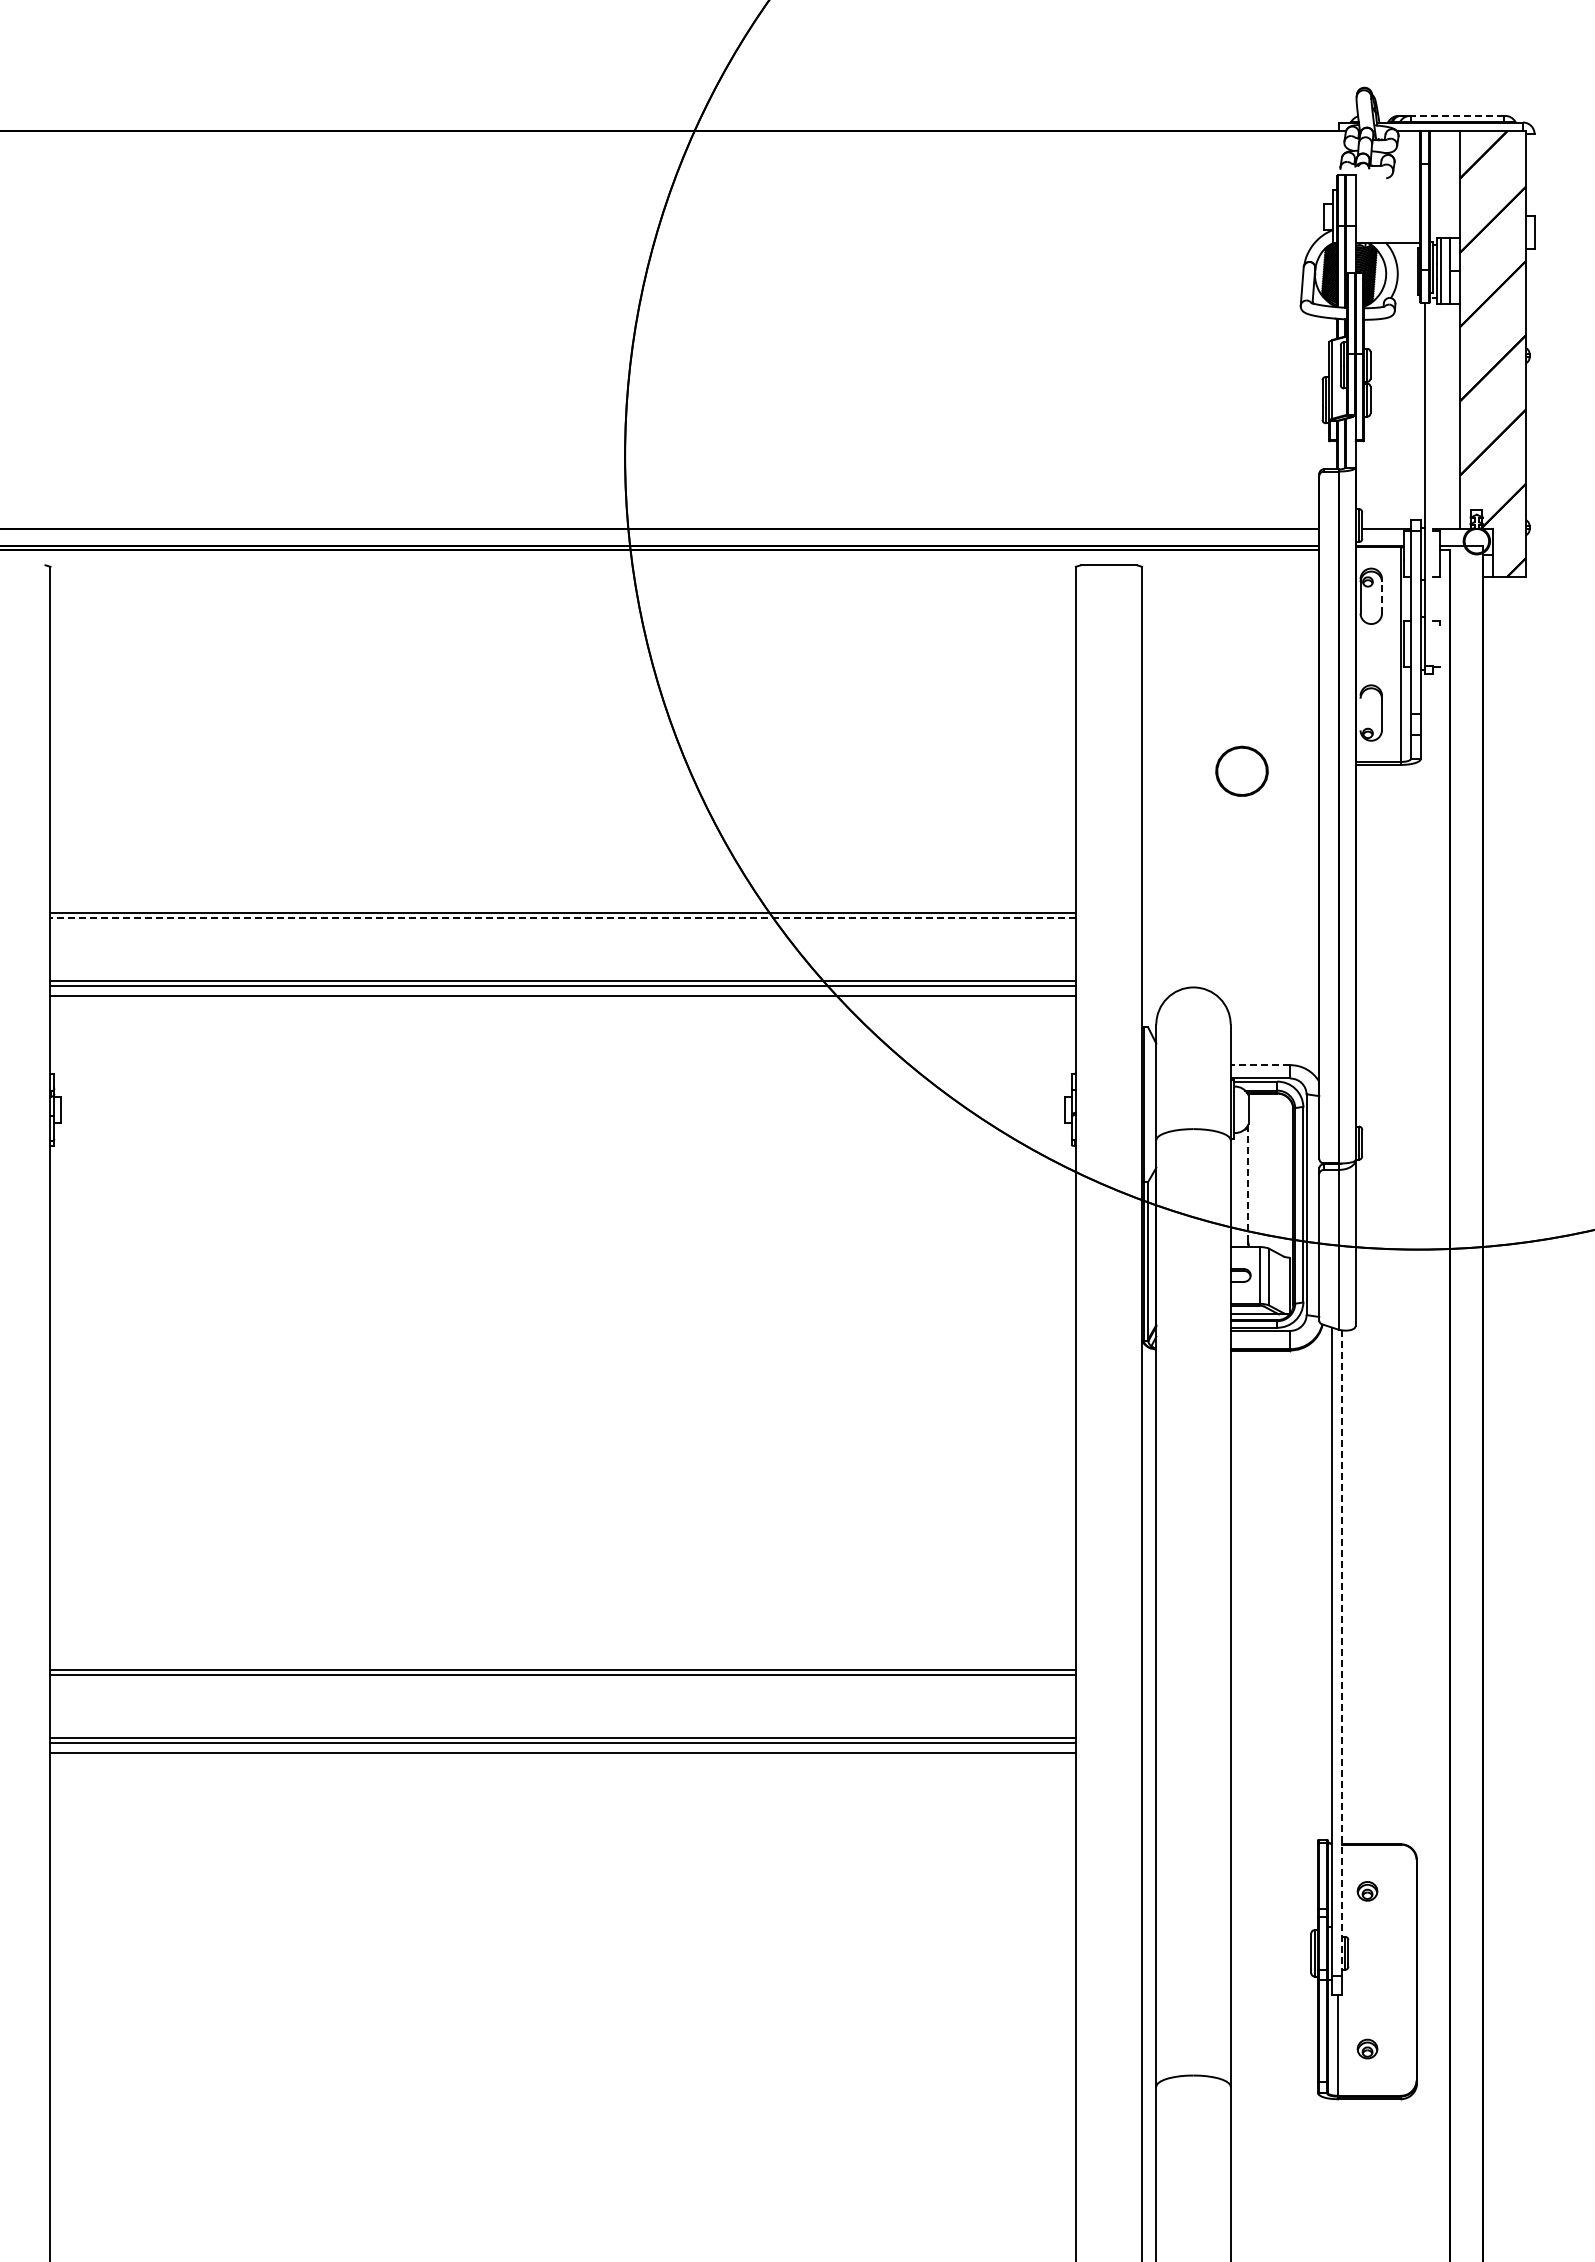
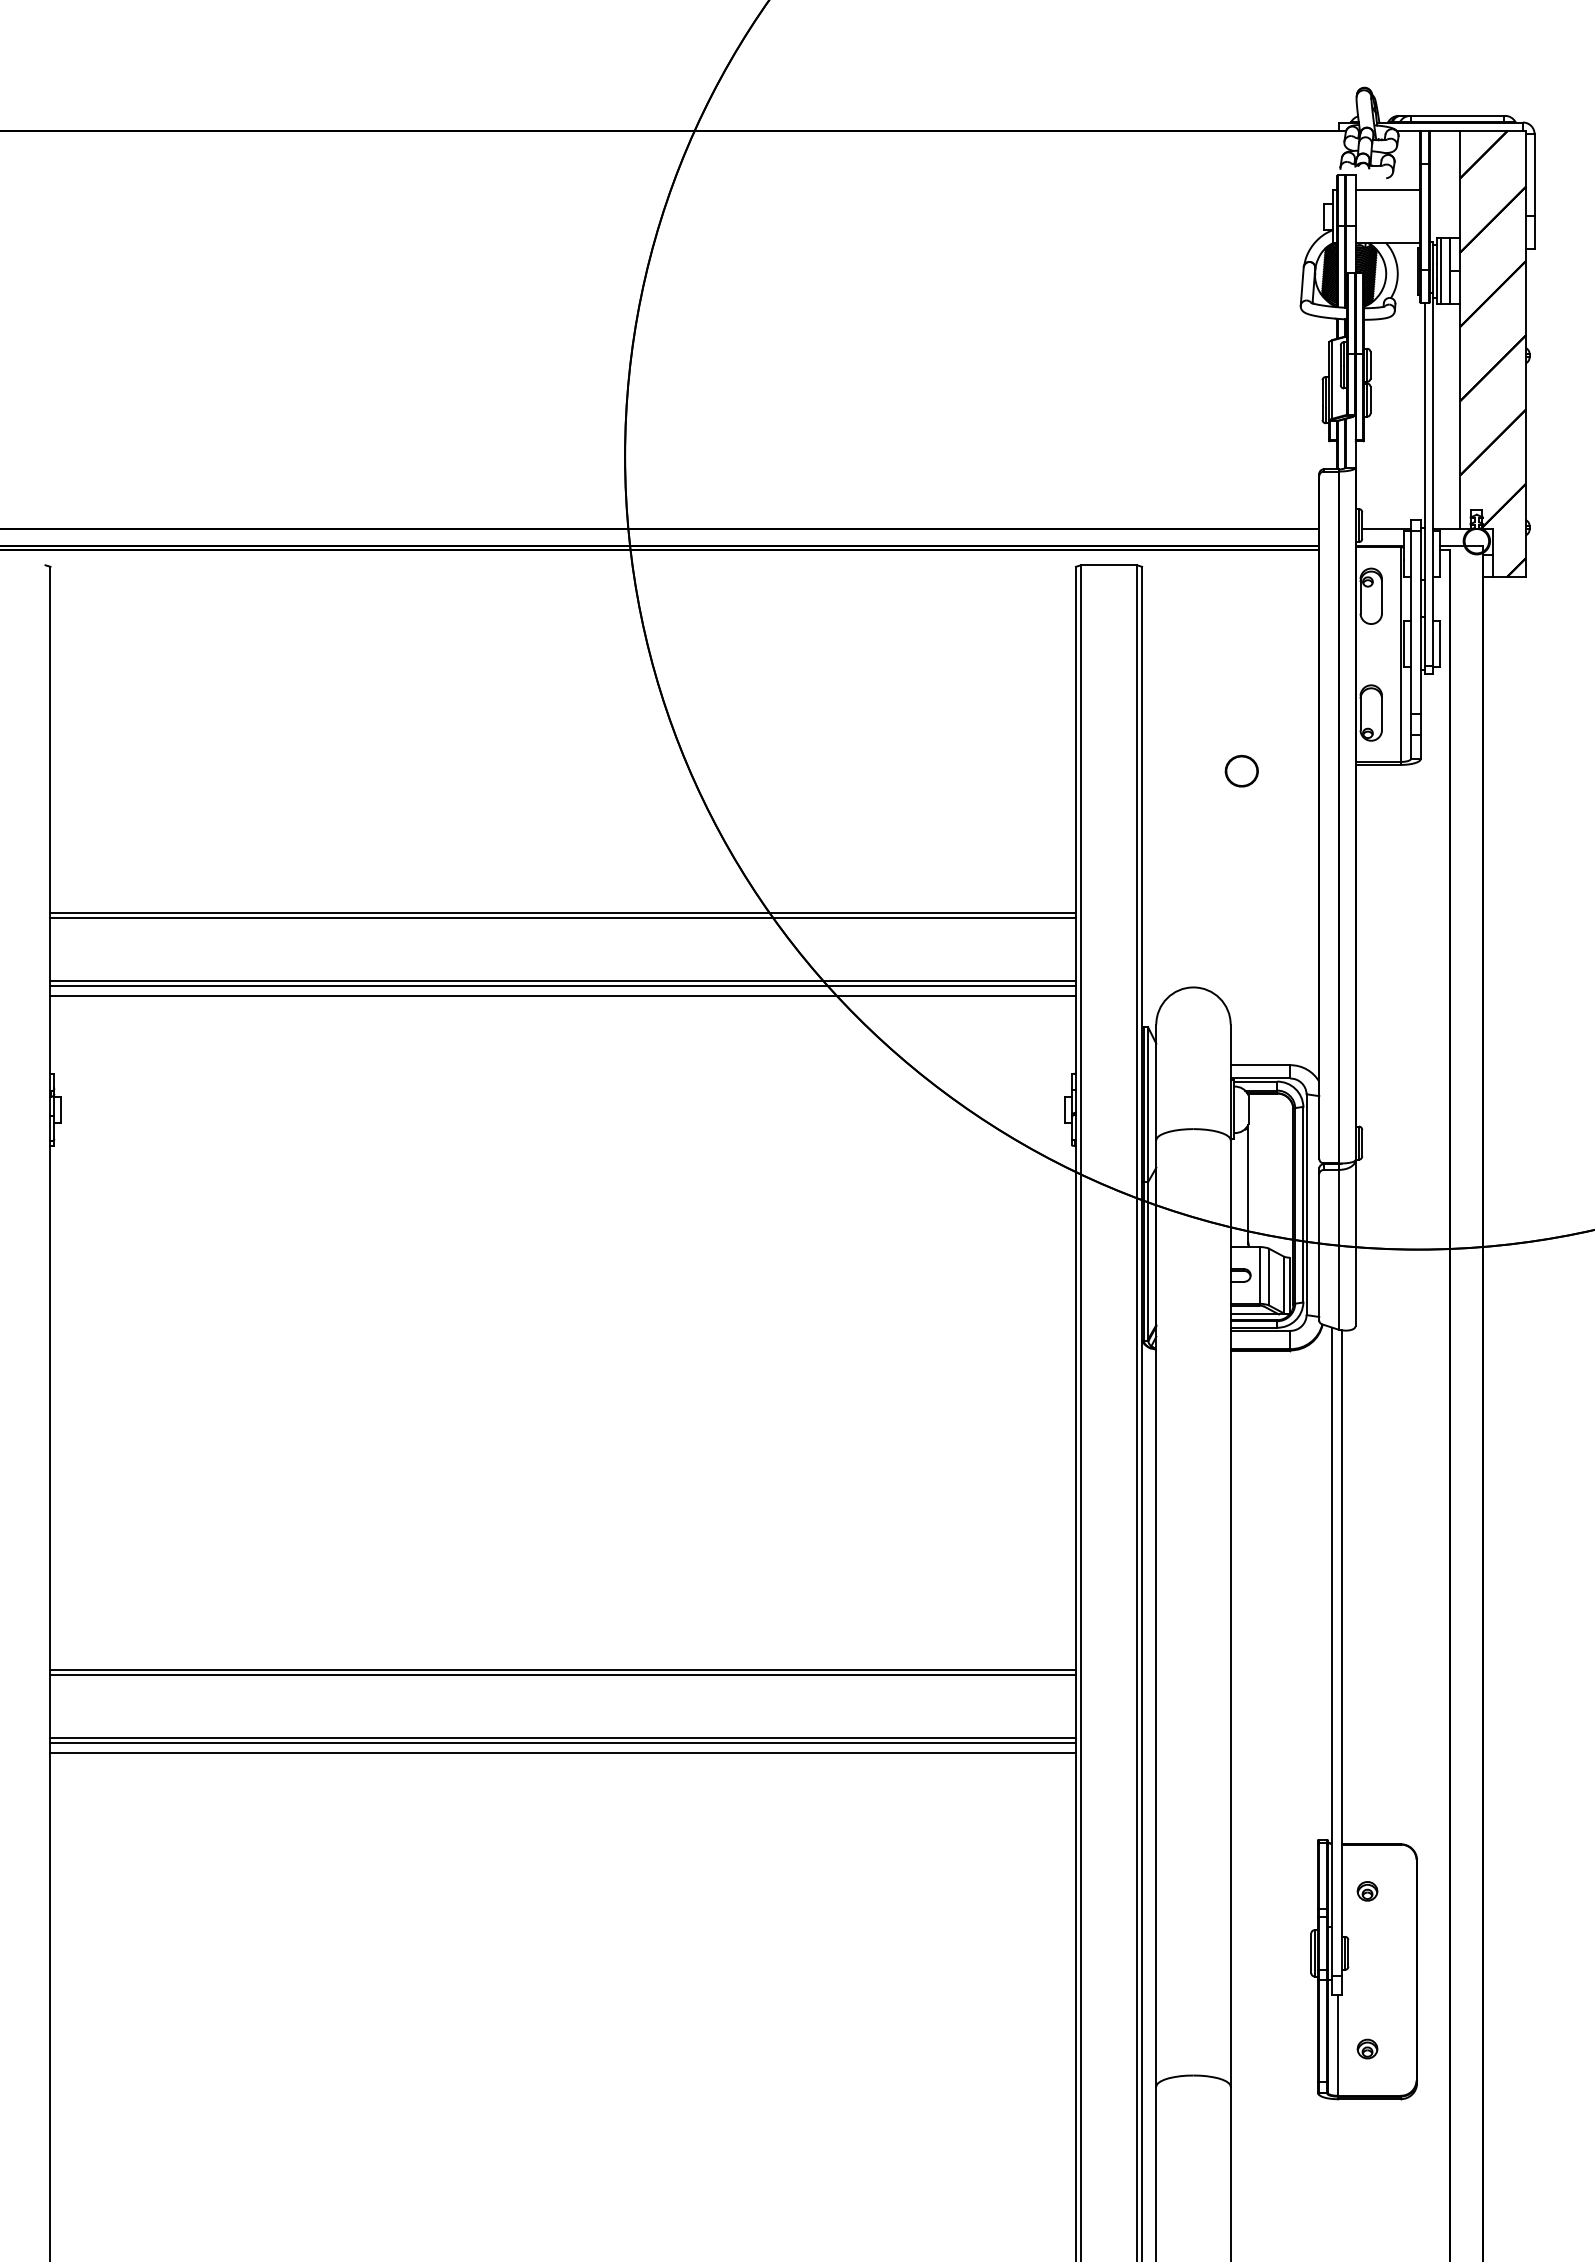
line at (1457, 115): dashed -> solid
line at (1534, 174): none -> present
line at (1387, 190): none -> present
line at (1433, 479): none -> present
line at (1382, 595): dashed -> solid
line at (1439, 645): none -> present
line at (1360, 712): none -> present
part at (1241, 770) size: 54x52 px -> 35x34 px
line at (563, 917): dashed -> solid
line at (1260, 1065): dashed -> solid
line at (1148, 1104): none -> present
line at (1248, 1183): dashed -> solid
line at (1283, 1284): none -> present
line at (1080, 1411): none -> present
line at (1137, 1411): none -> present
line at (1341, 1653): dashed -> solid
